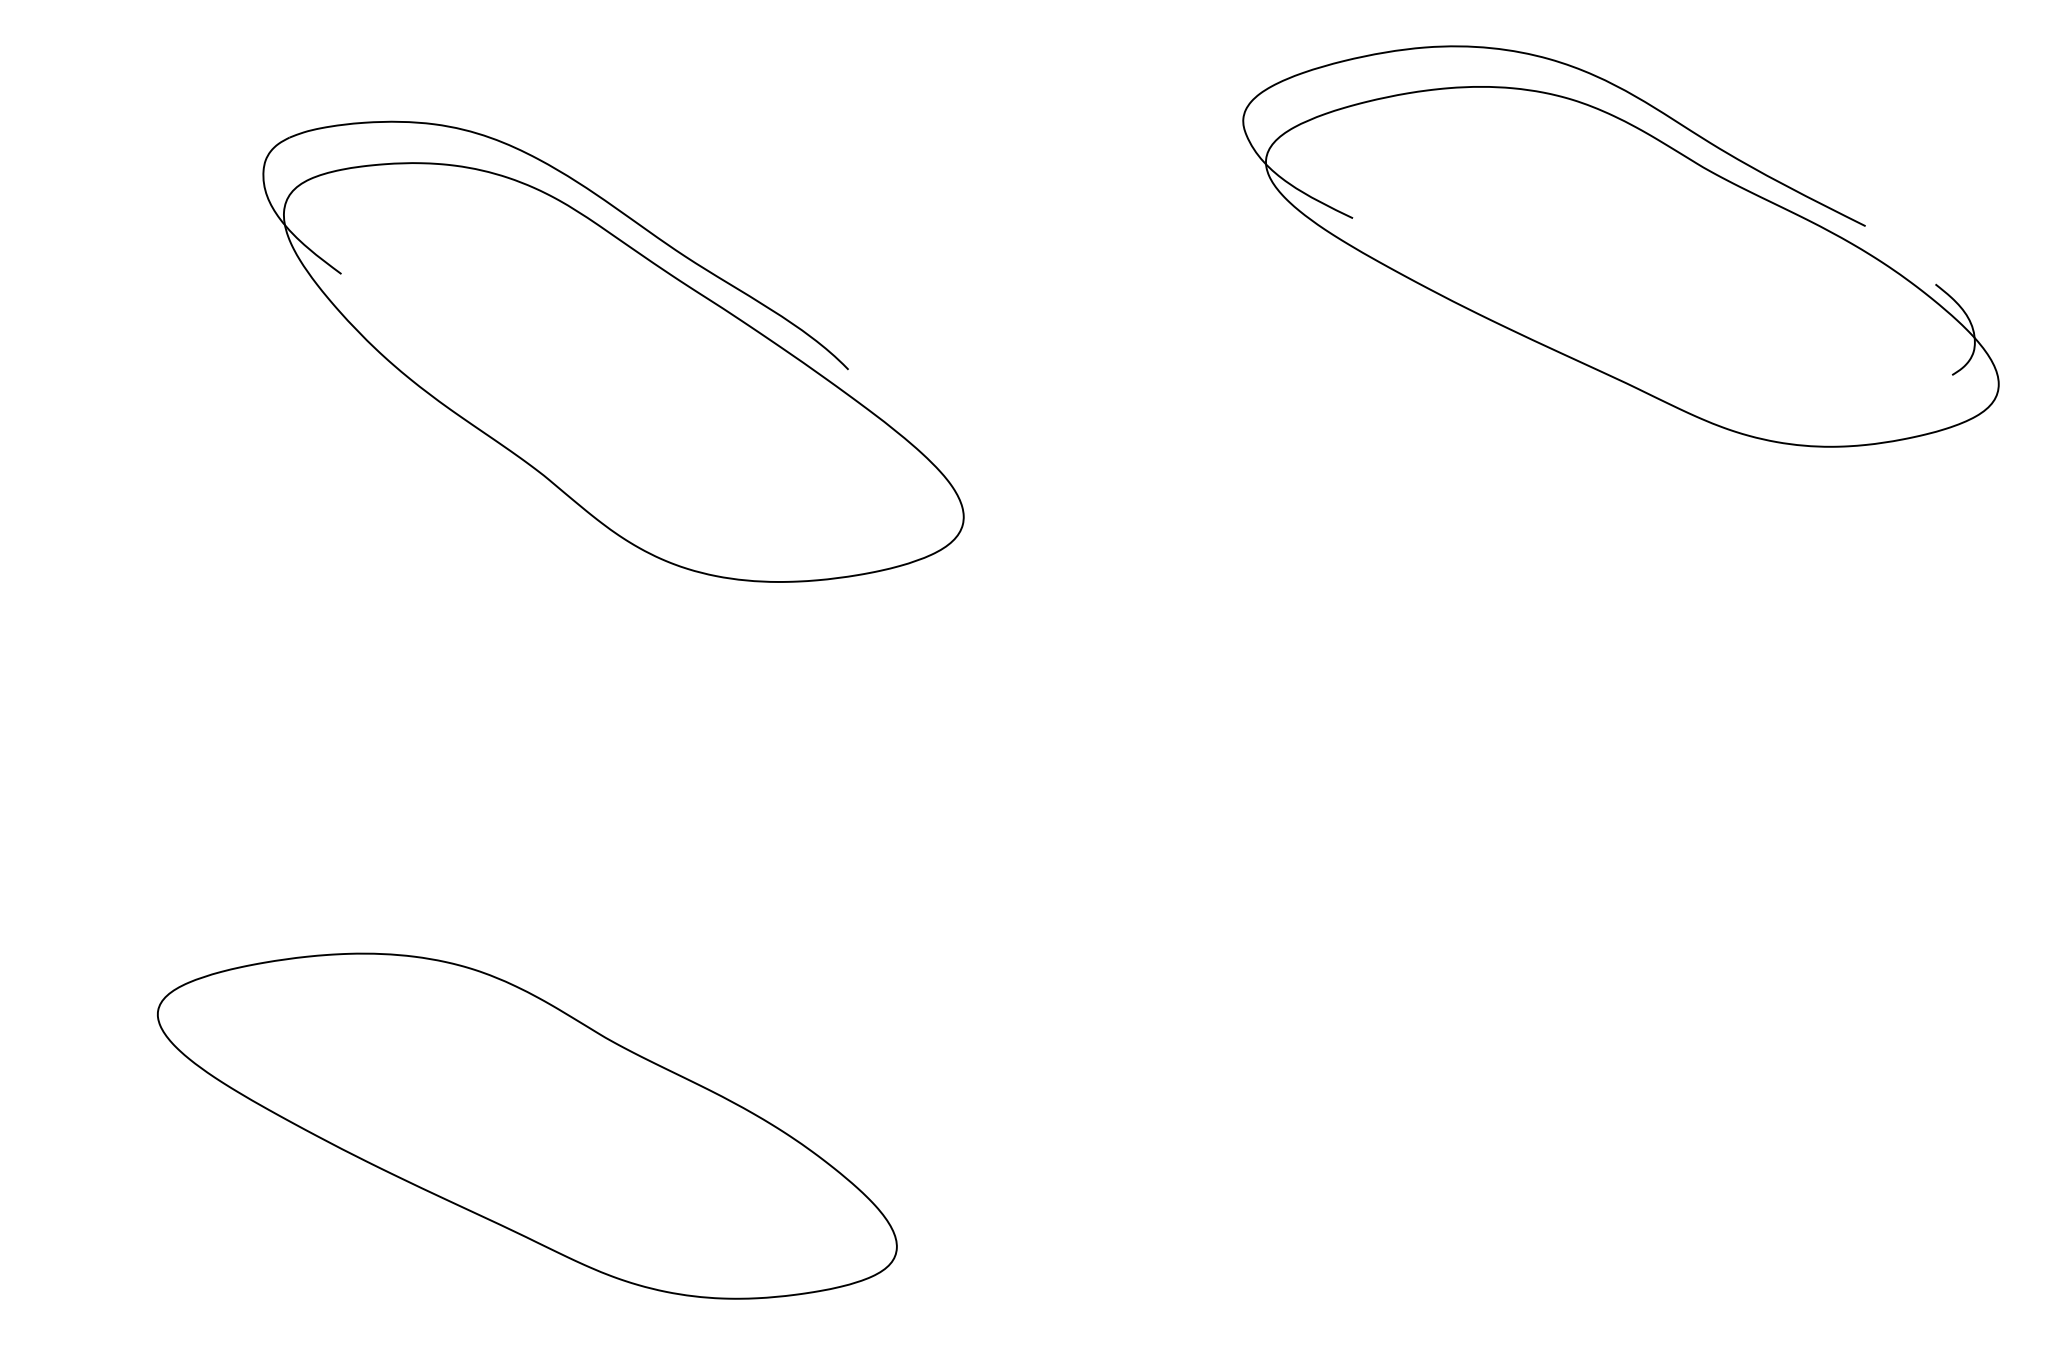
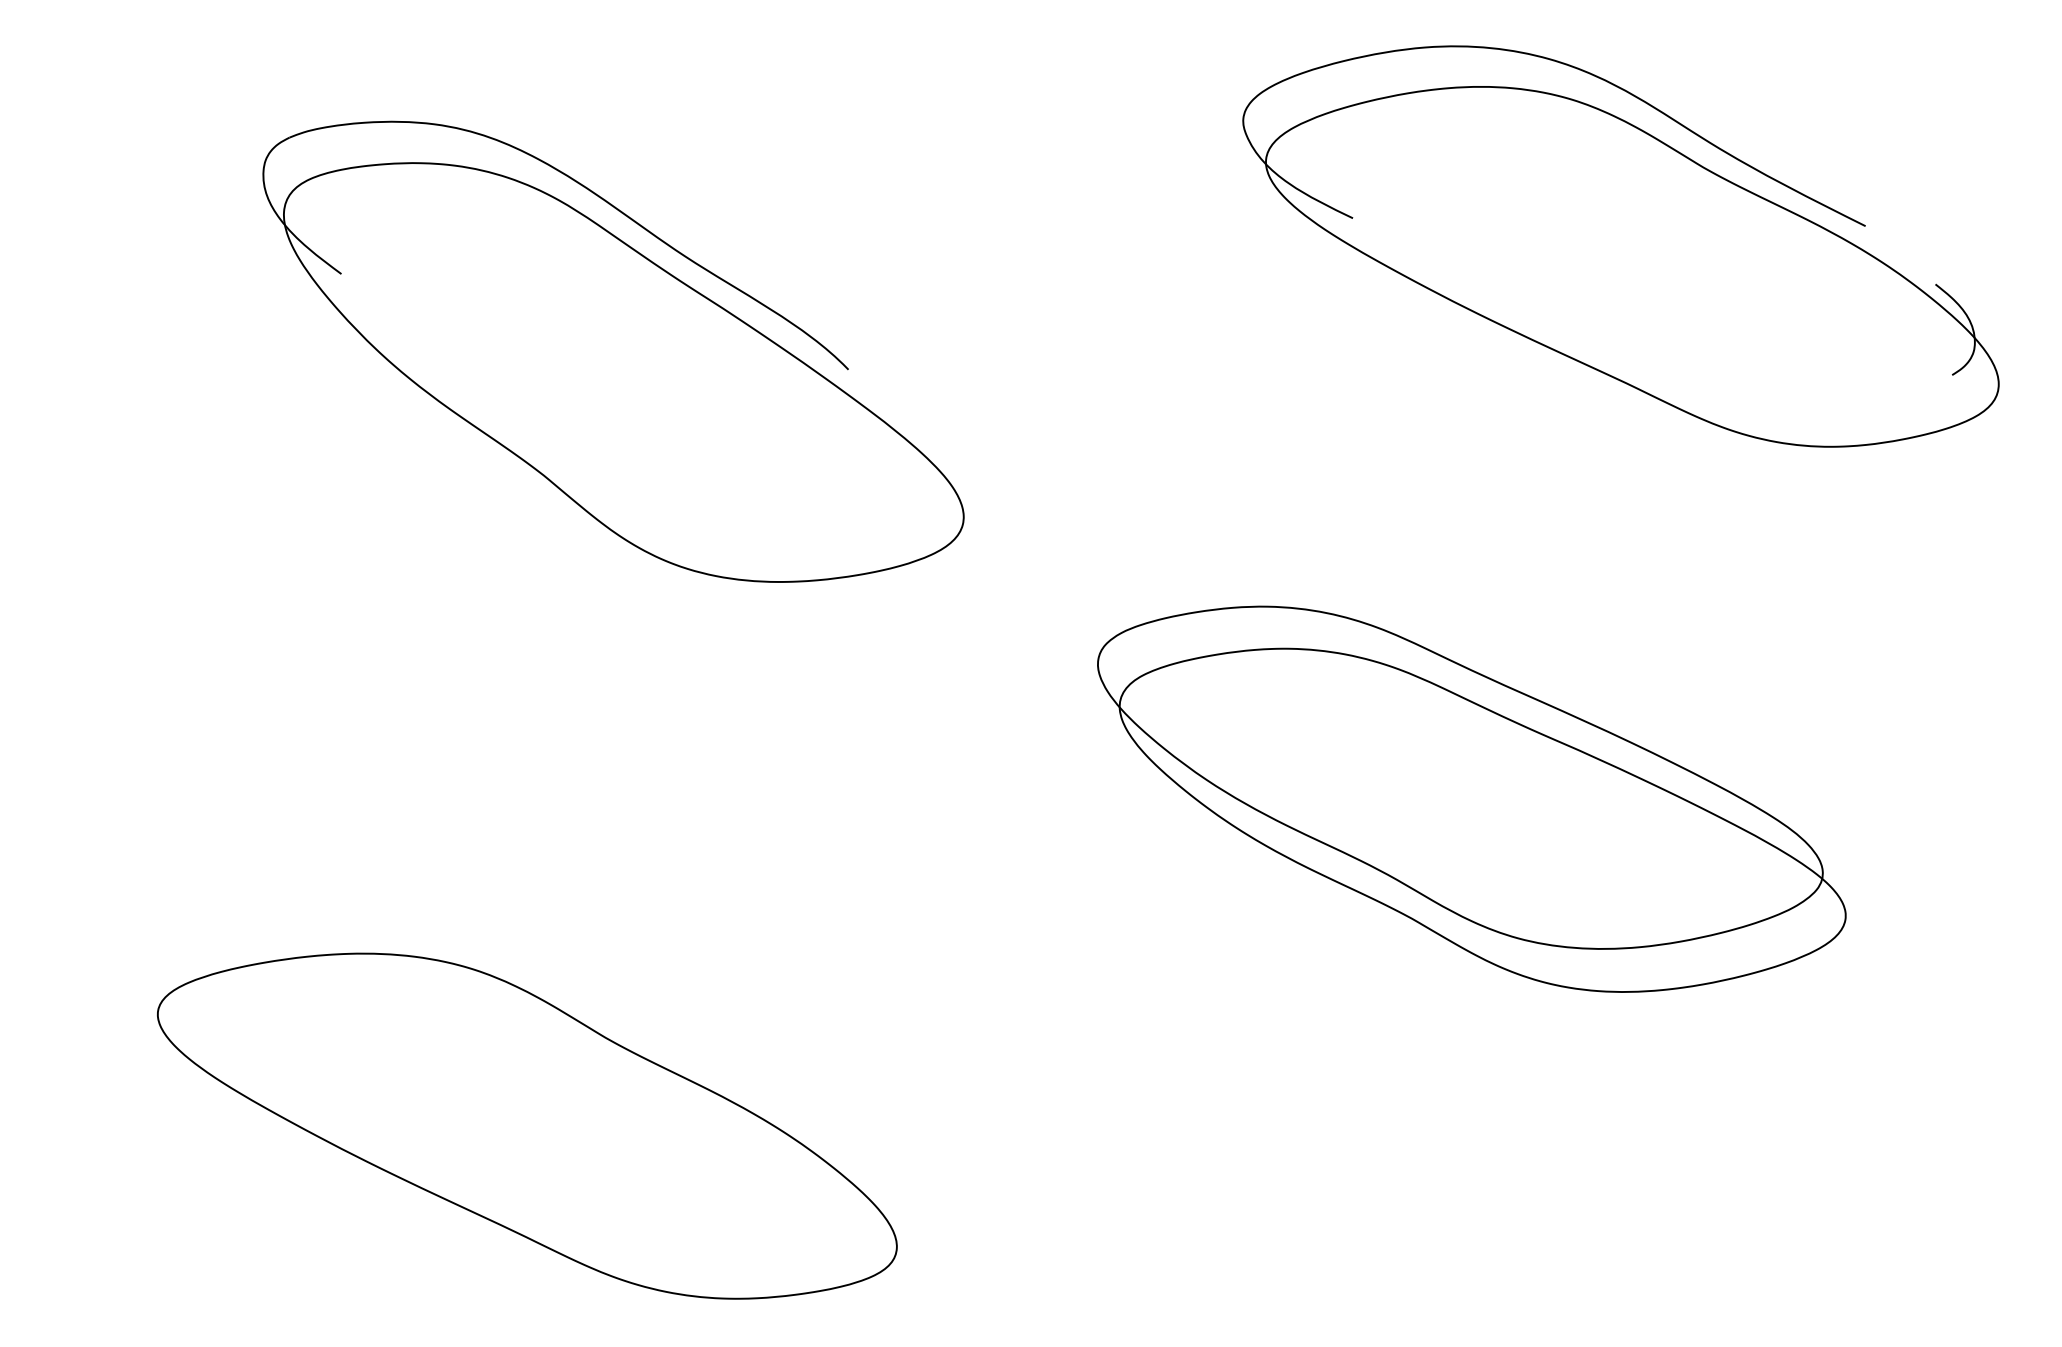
part at (1471, 798): none -> present
